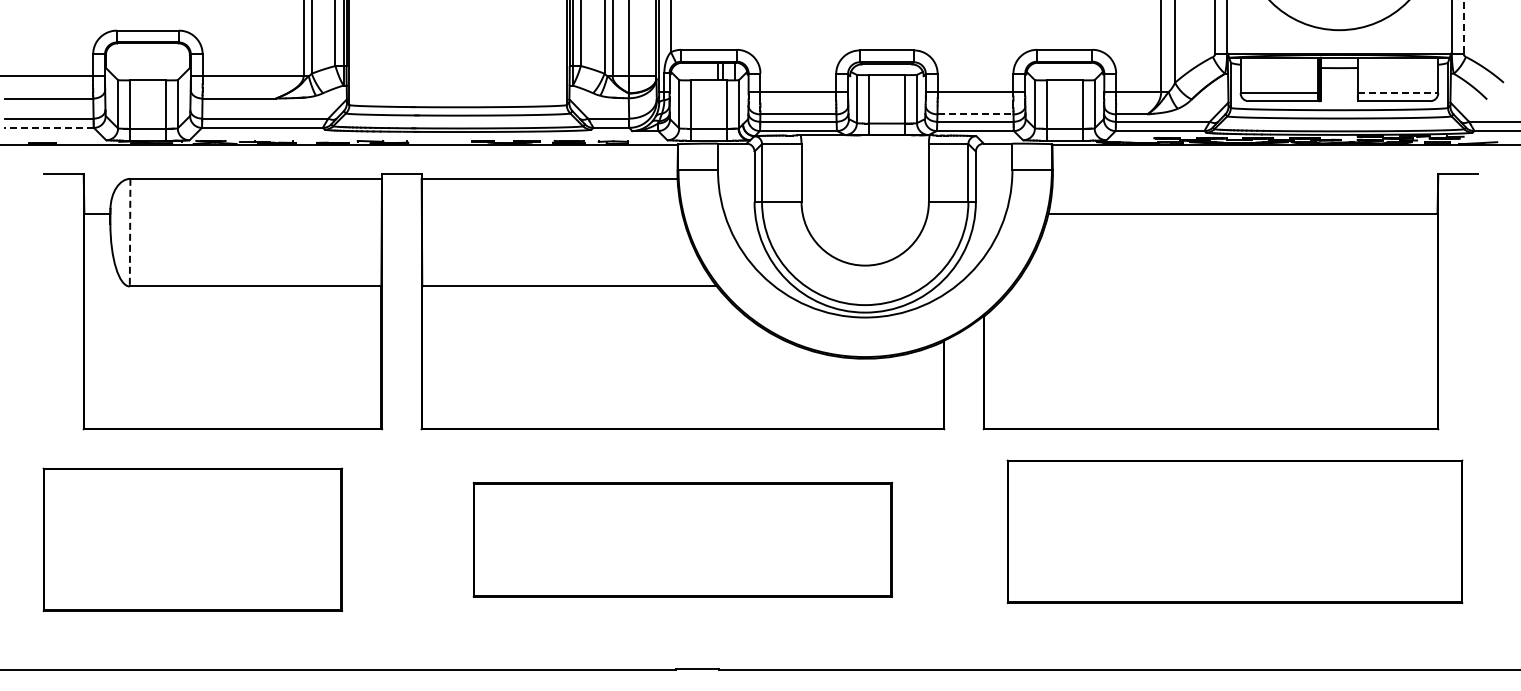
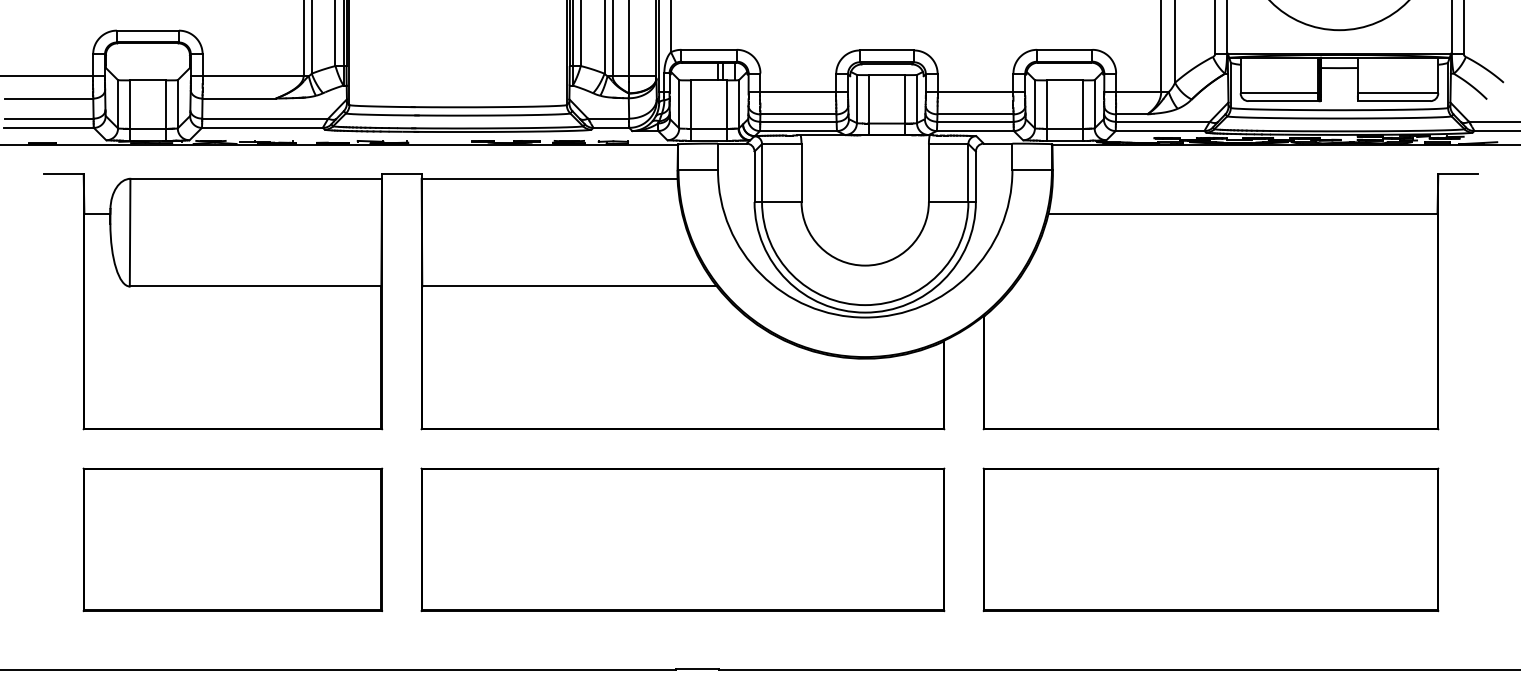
line at (1463, 27): dashed -> solid
line at (1398, 93): dashed -> solid
line at (976, 114): dashed -> solid
line at (49, 127): dashed -> solid
line at (130, 232): dashed -> solid
part at (1234, 531) position: (1234, 531) -> (1210, 539)
part at (192, 539) position: (192, 539) -> (232, 539)
part at (682, 539) size: 422x116 px -> 526x146 px
